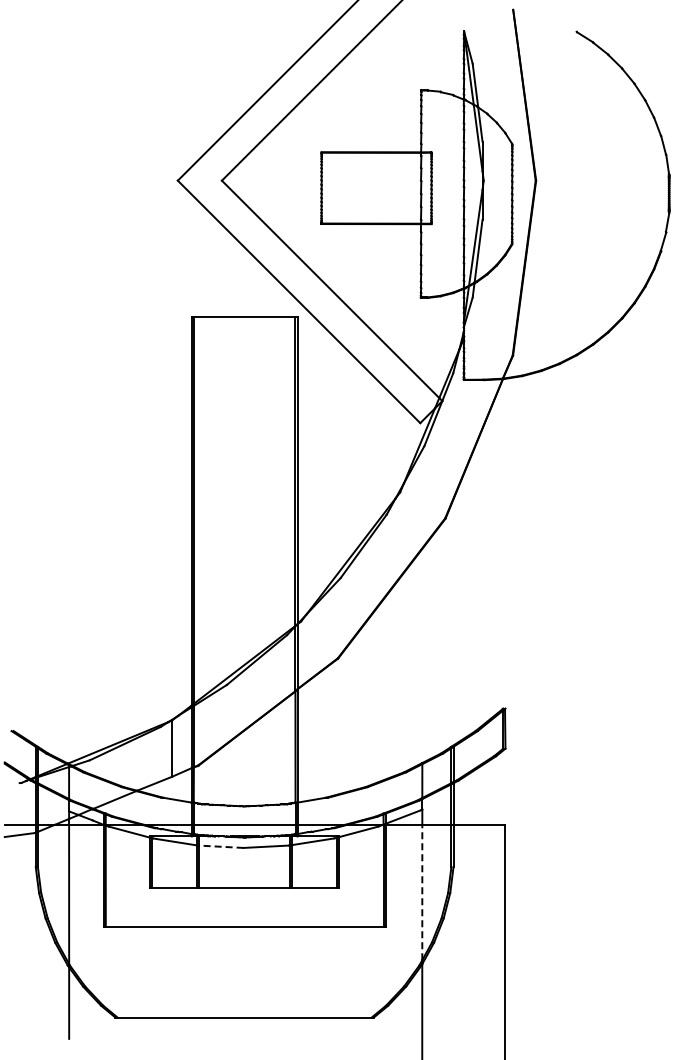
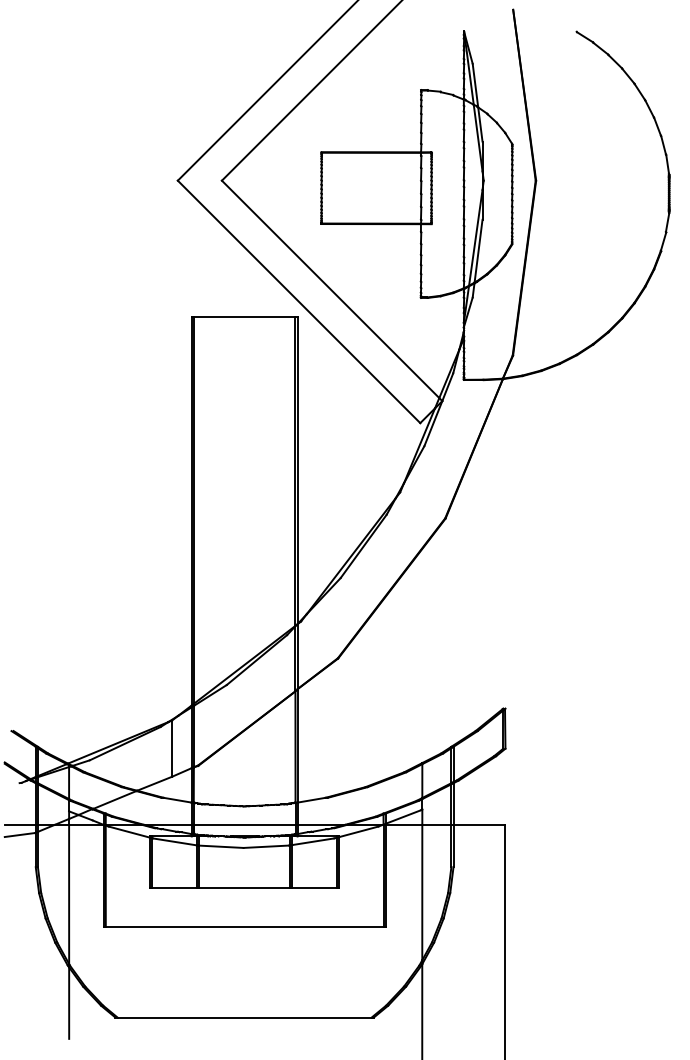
line at (220, 846): dashed -> solid
line at (422, 892): dashed -> solid
